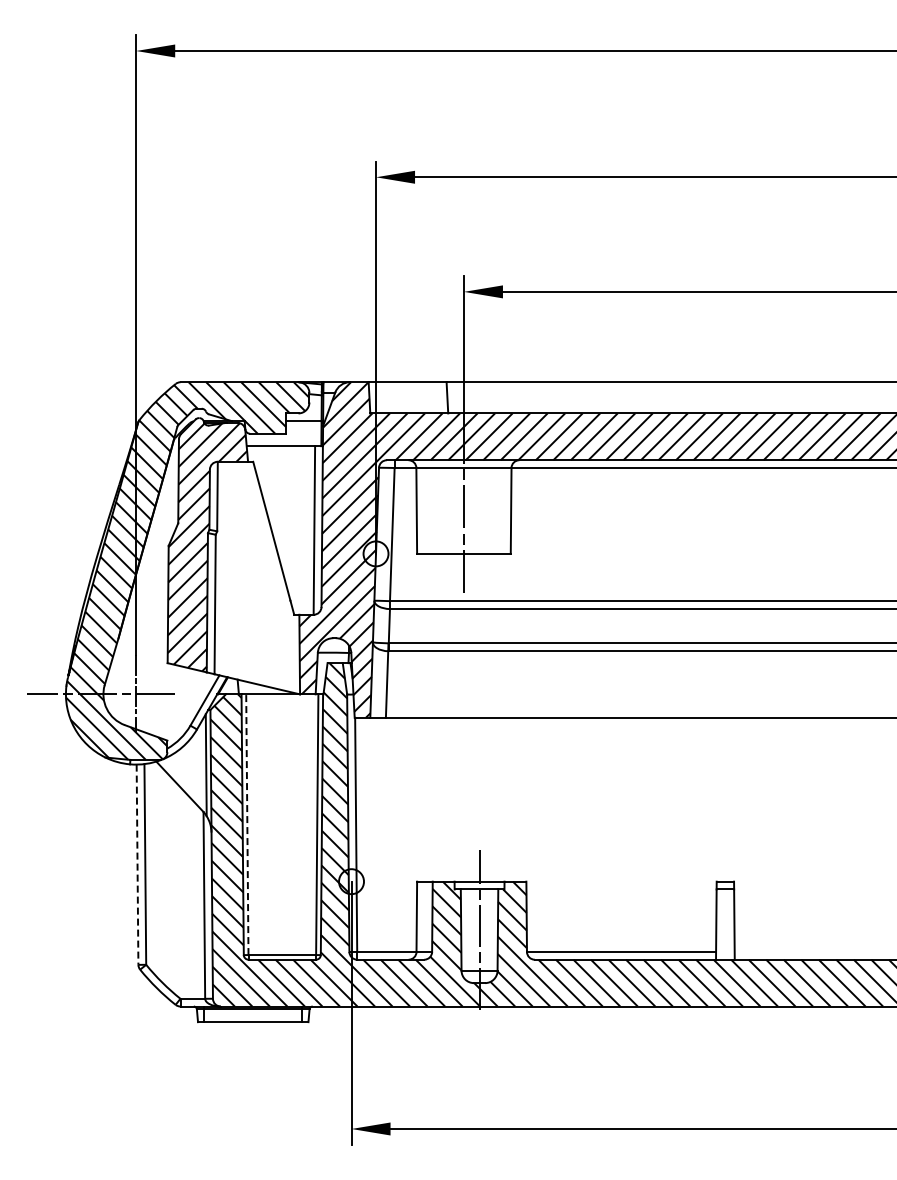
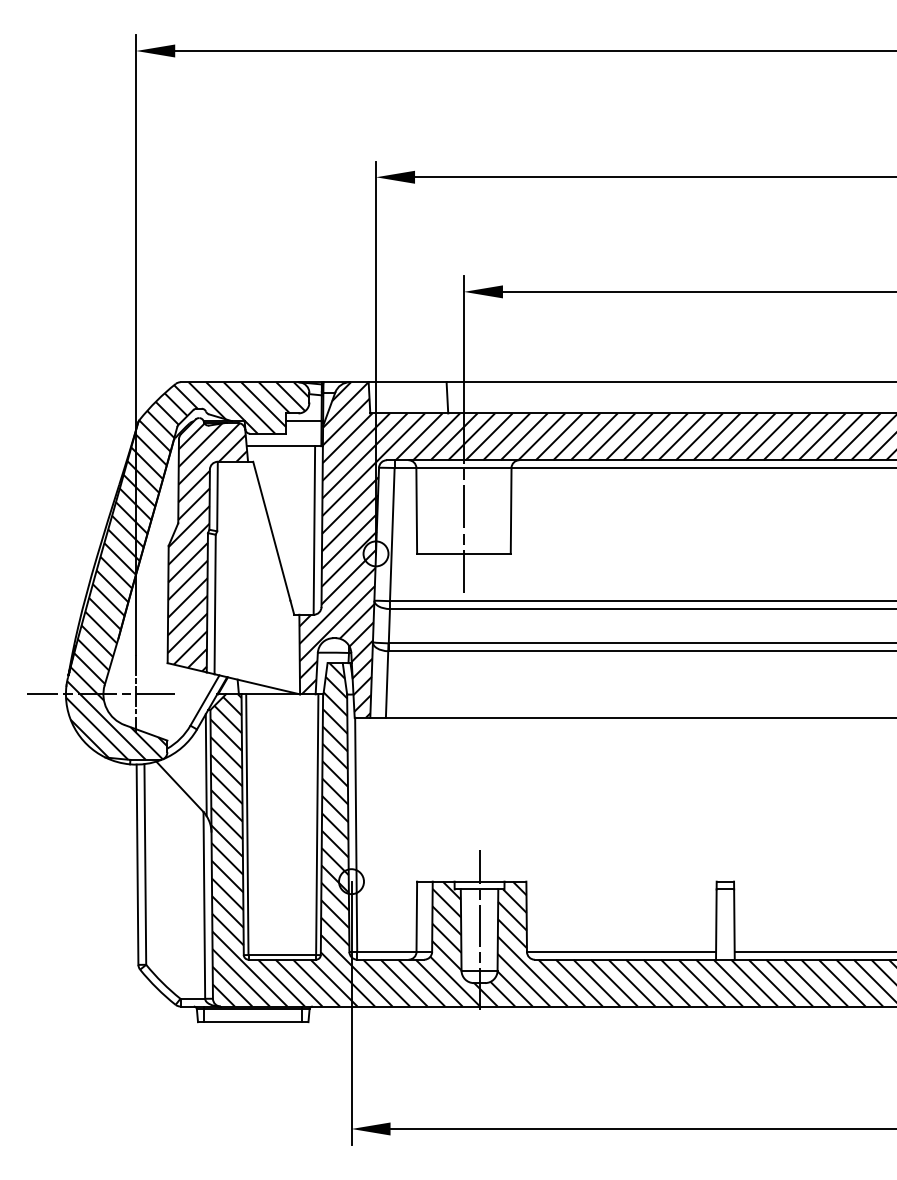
line at (247, 824): dashed -> solid
line at (137, 865): dashed -> solid
line at (813, 951): none -> present
